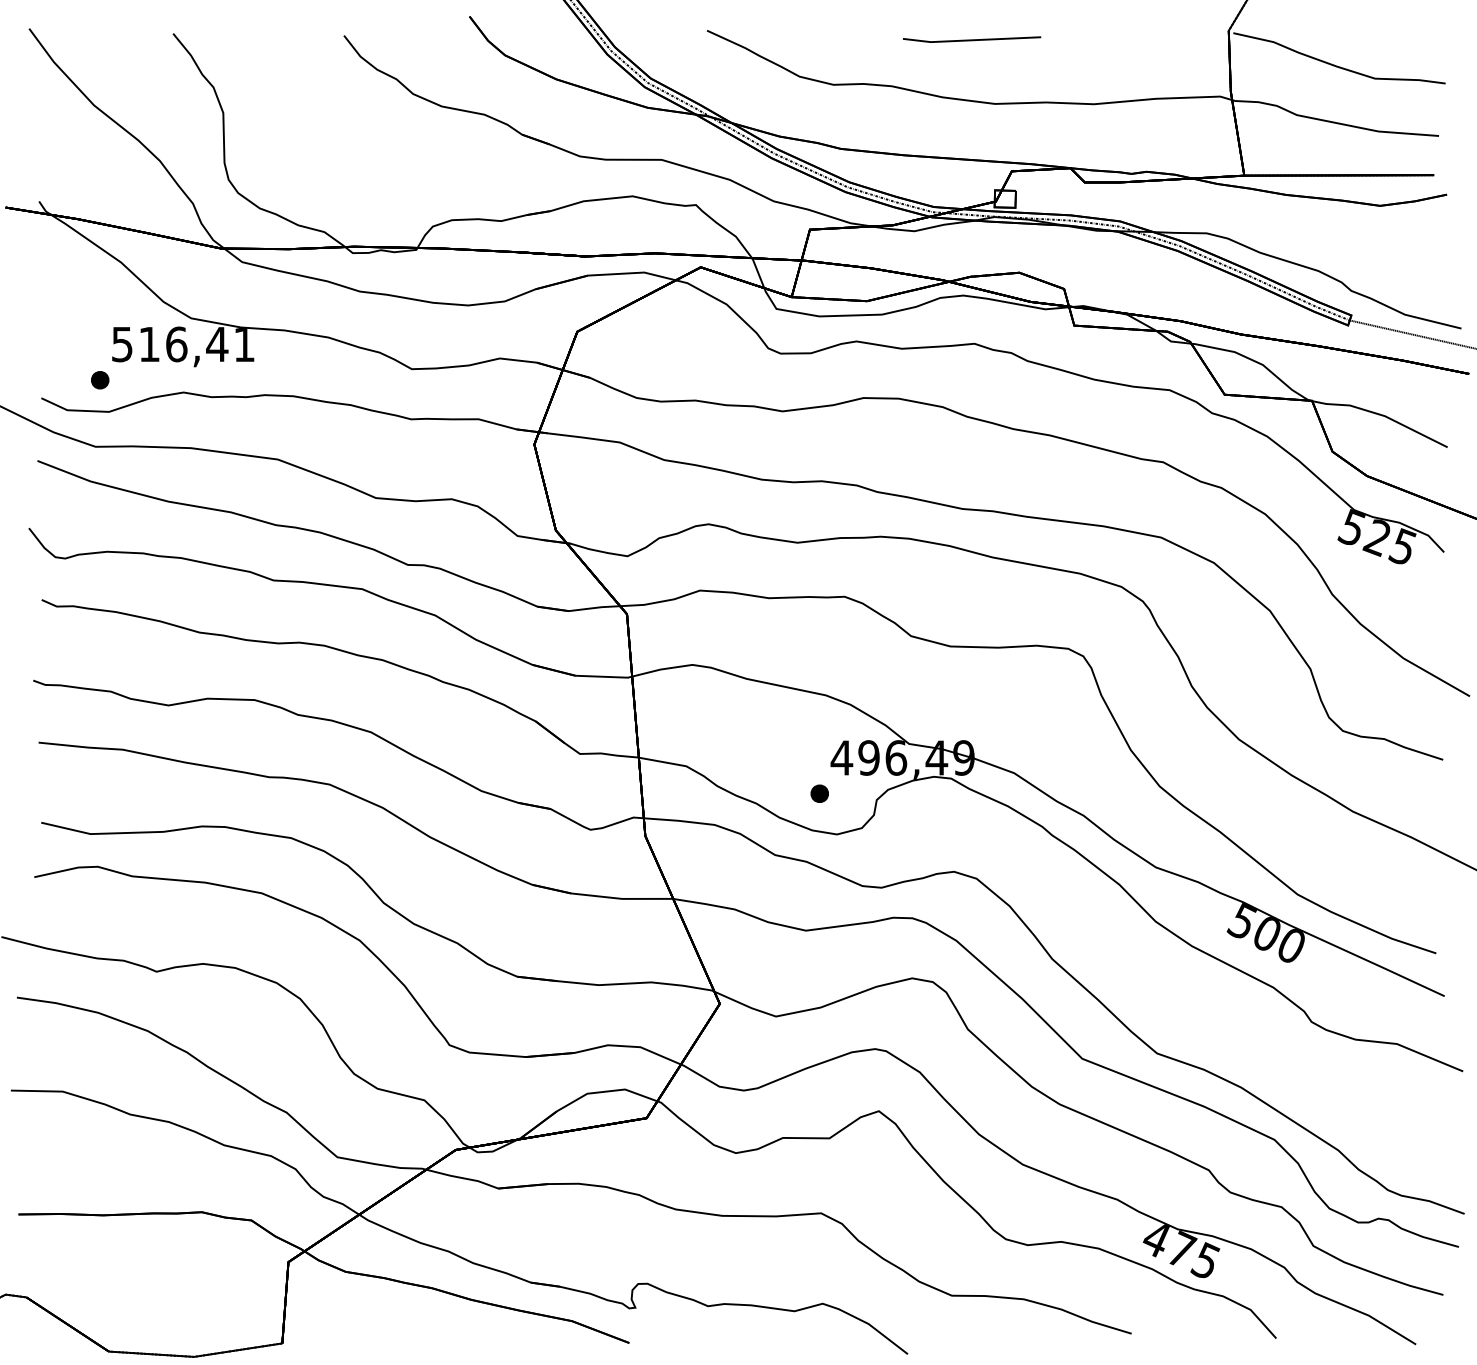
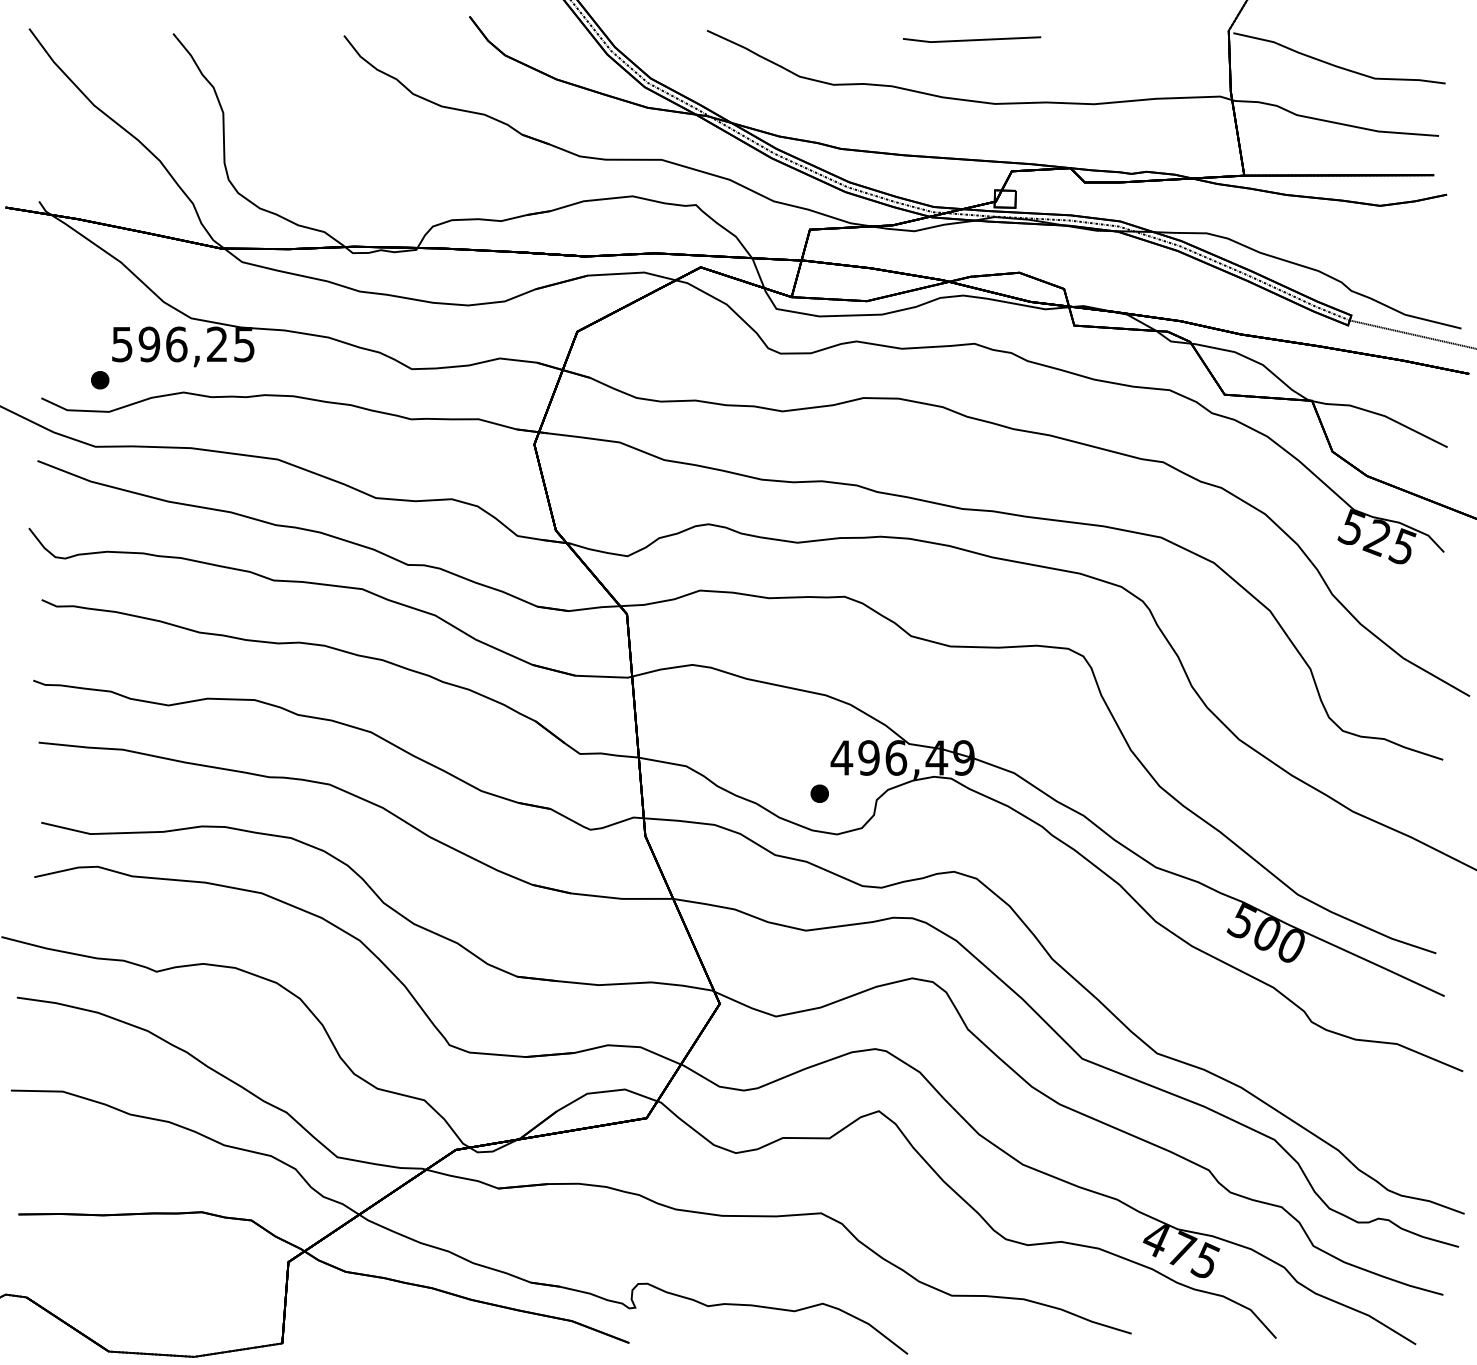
text at (196, 344): 516,41 -> 596,25
